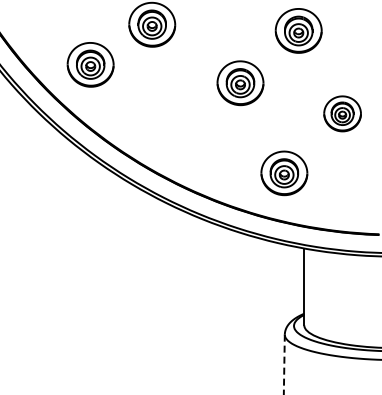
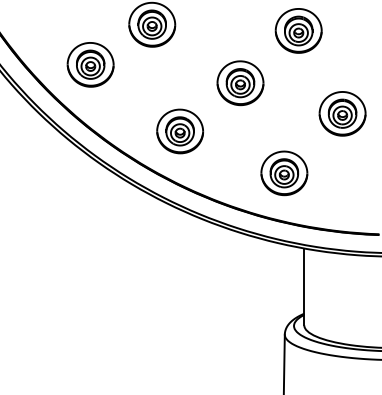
part at (342, 113) size: 39x38 px -> 49x46 px
part at (179, 131): none -> present
line at (284, 364): dashed -> solid
